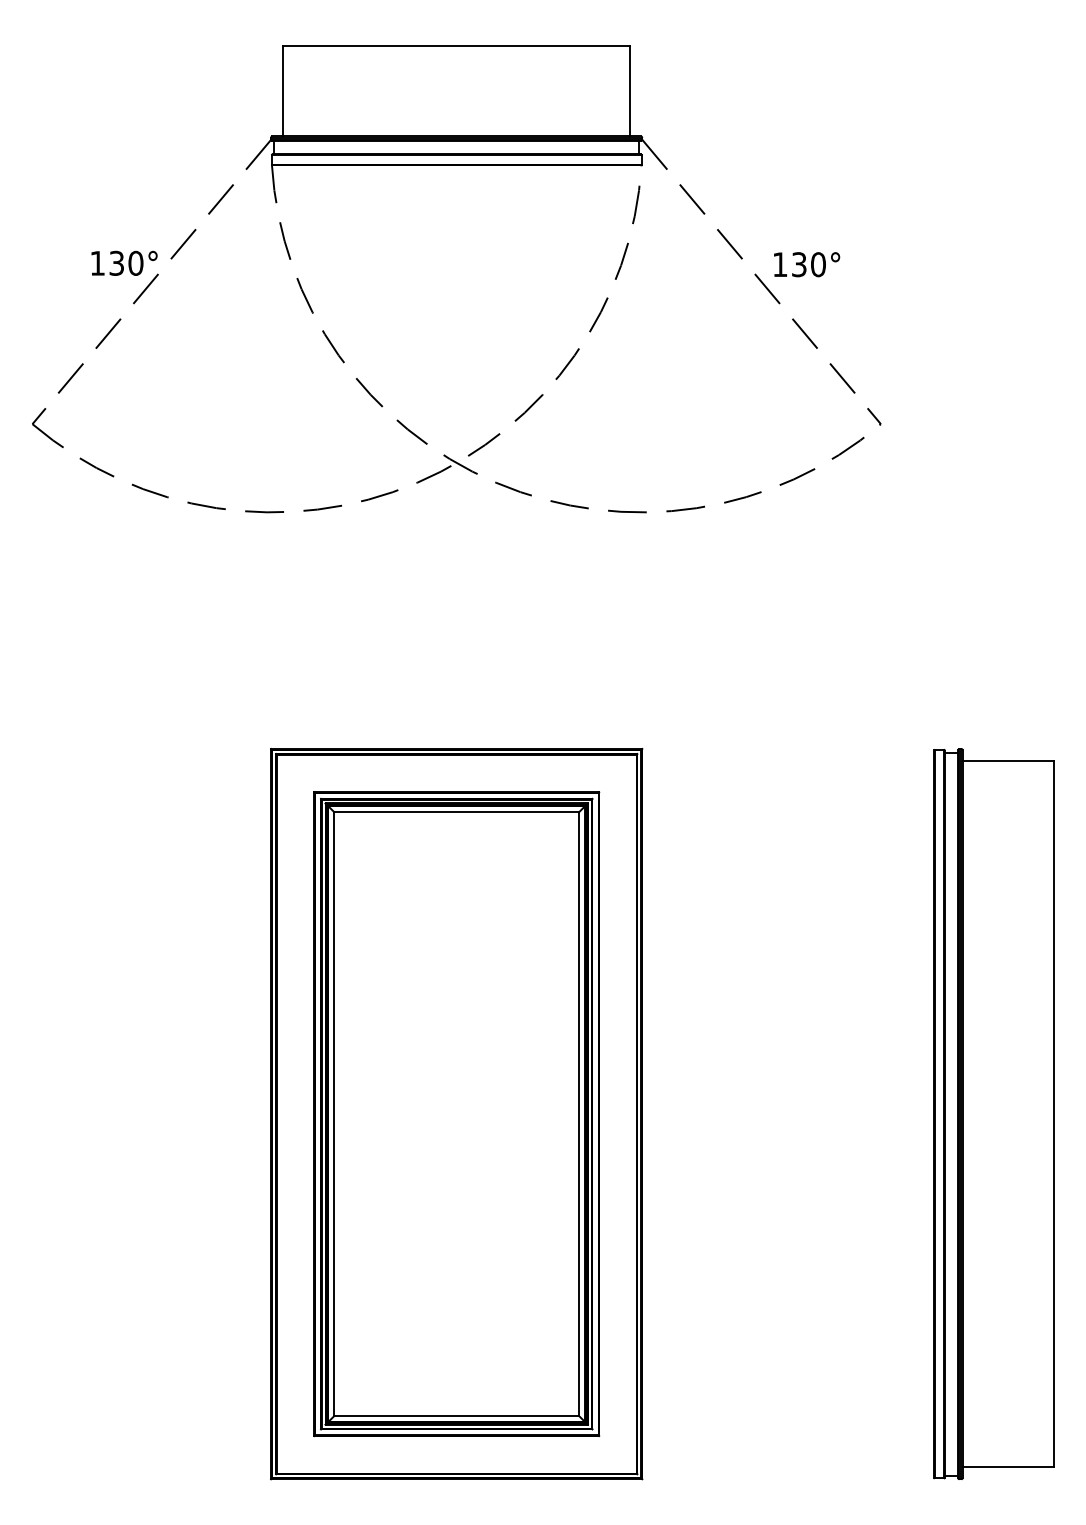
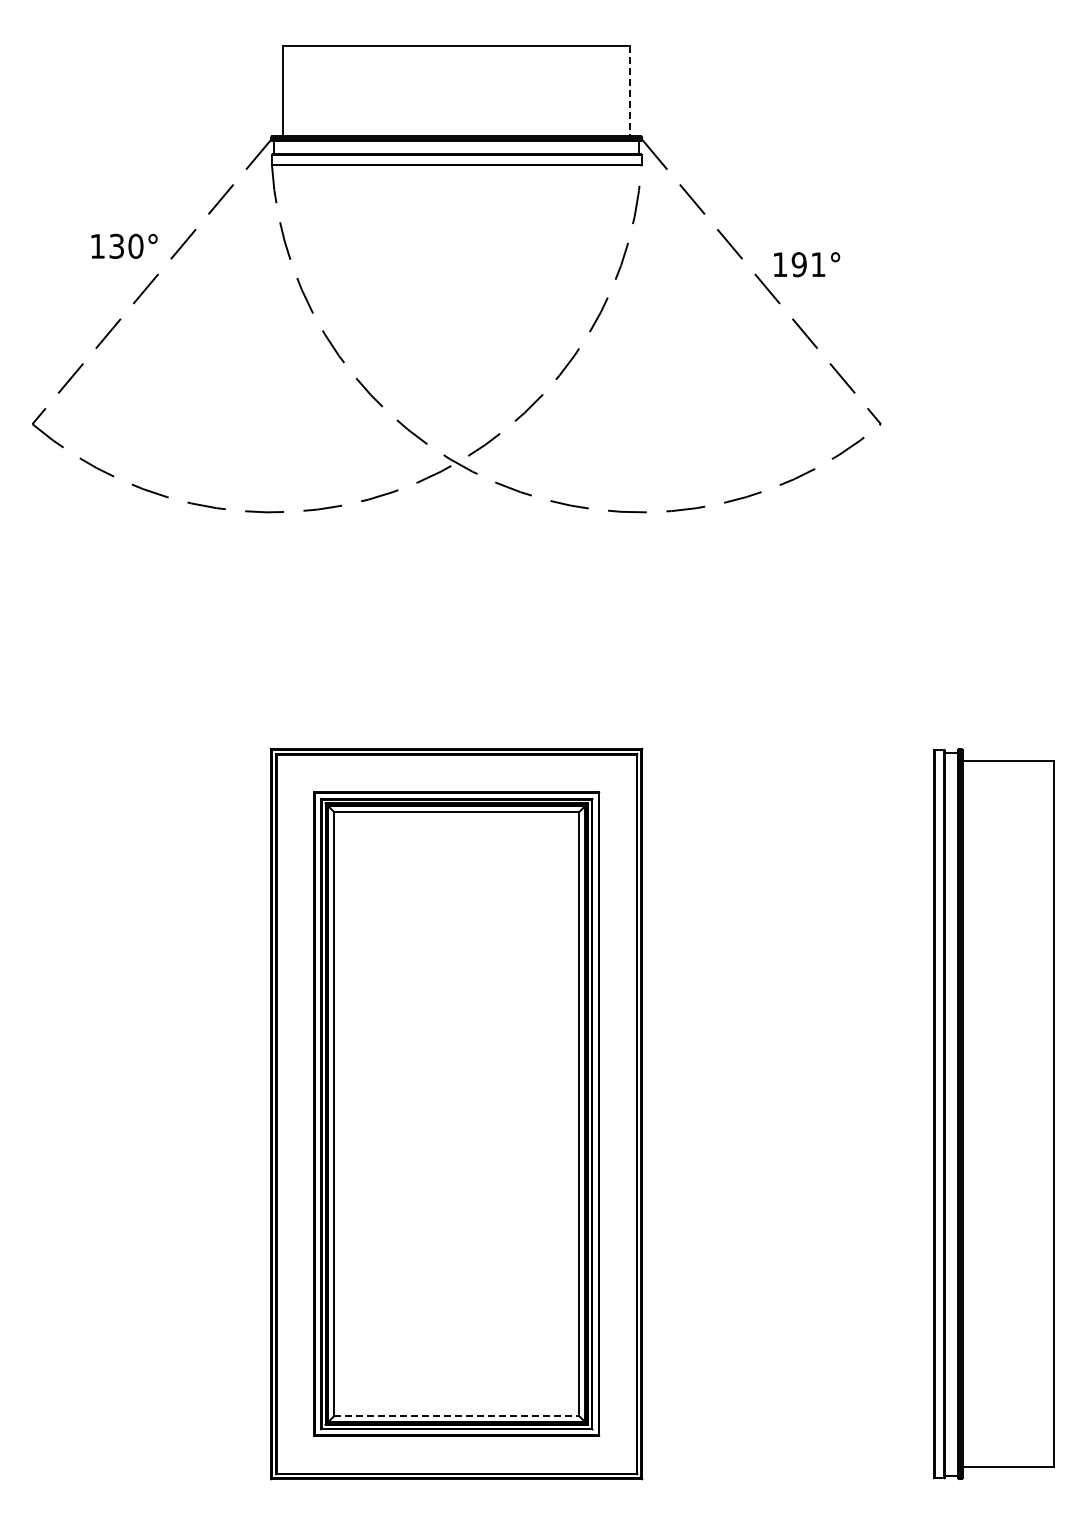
line at (630, 91): solid -> dashed
text at (124, 262) position: (124, 262) -> (124, 245)
text at (808, 264): 130° -> 191°
line at (457, 1416): solid -> dashed
